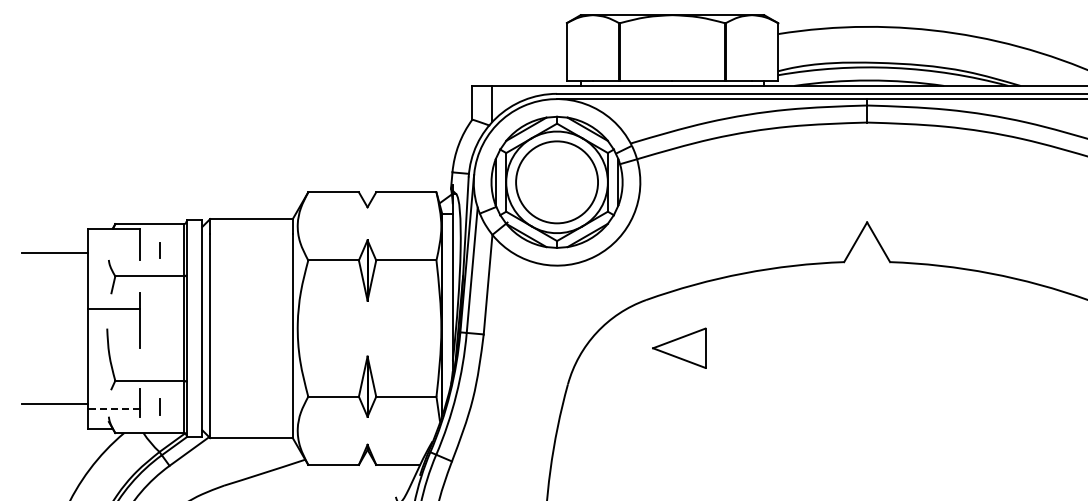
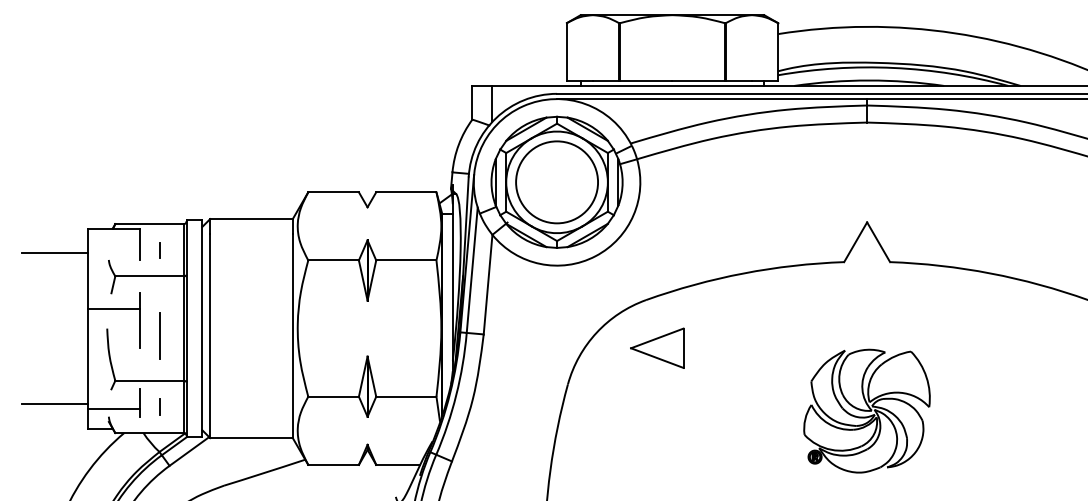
line at (159, 336): none -> present
part at (679, 347) position: (679, 347) -> (657, 347)
line at (113, 409): dashed -> solid
part at (866, 410): none -> present
